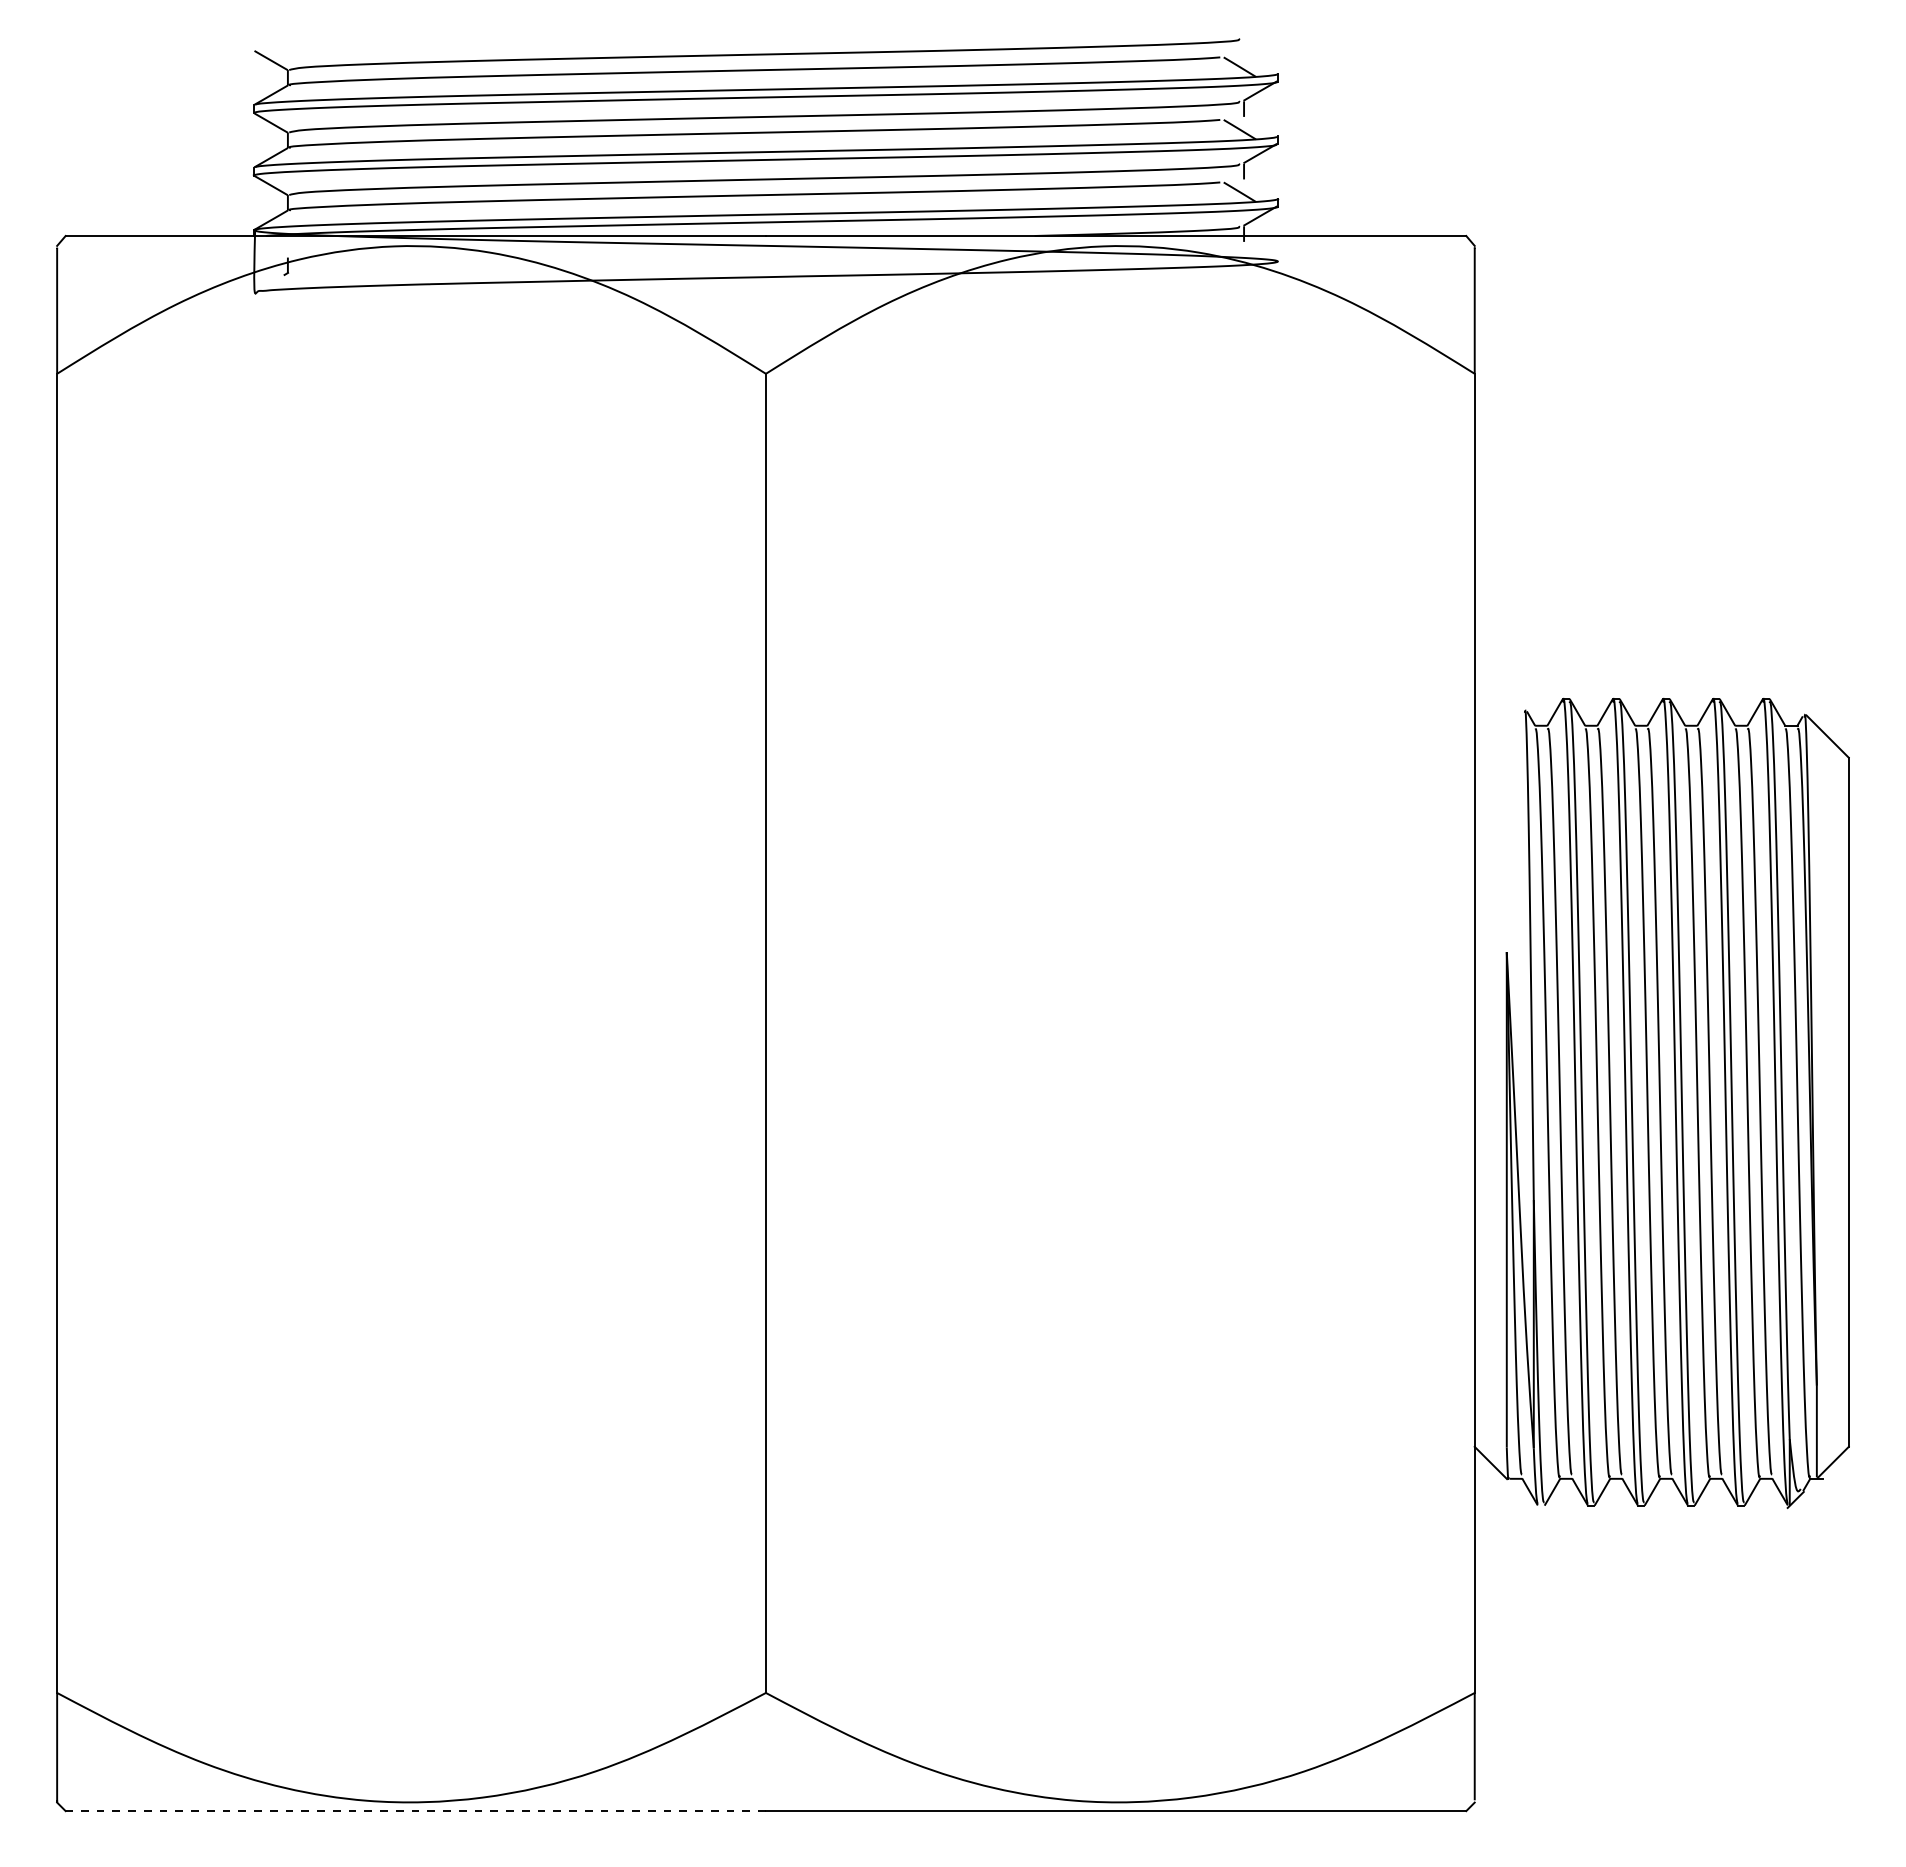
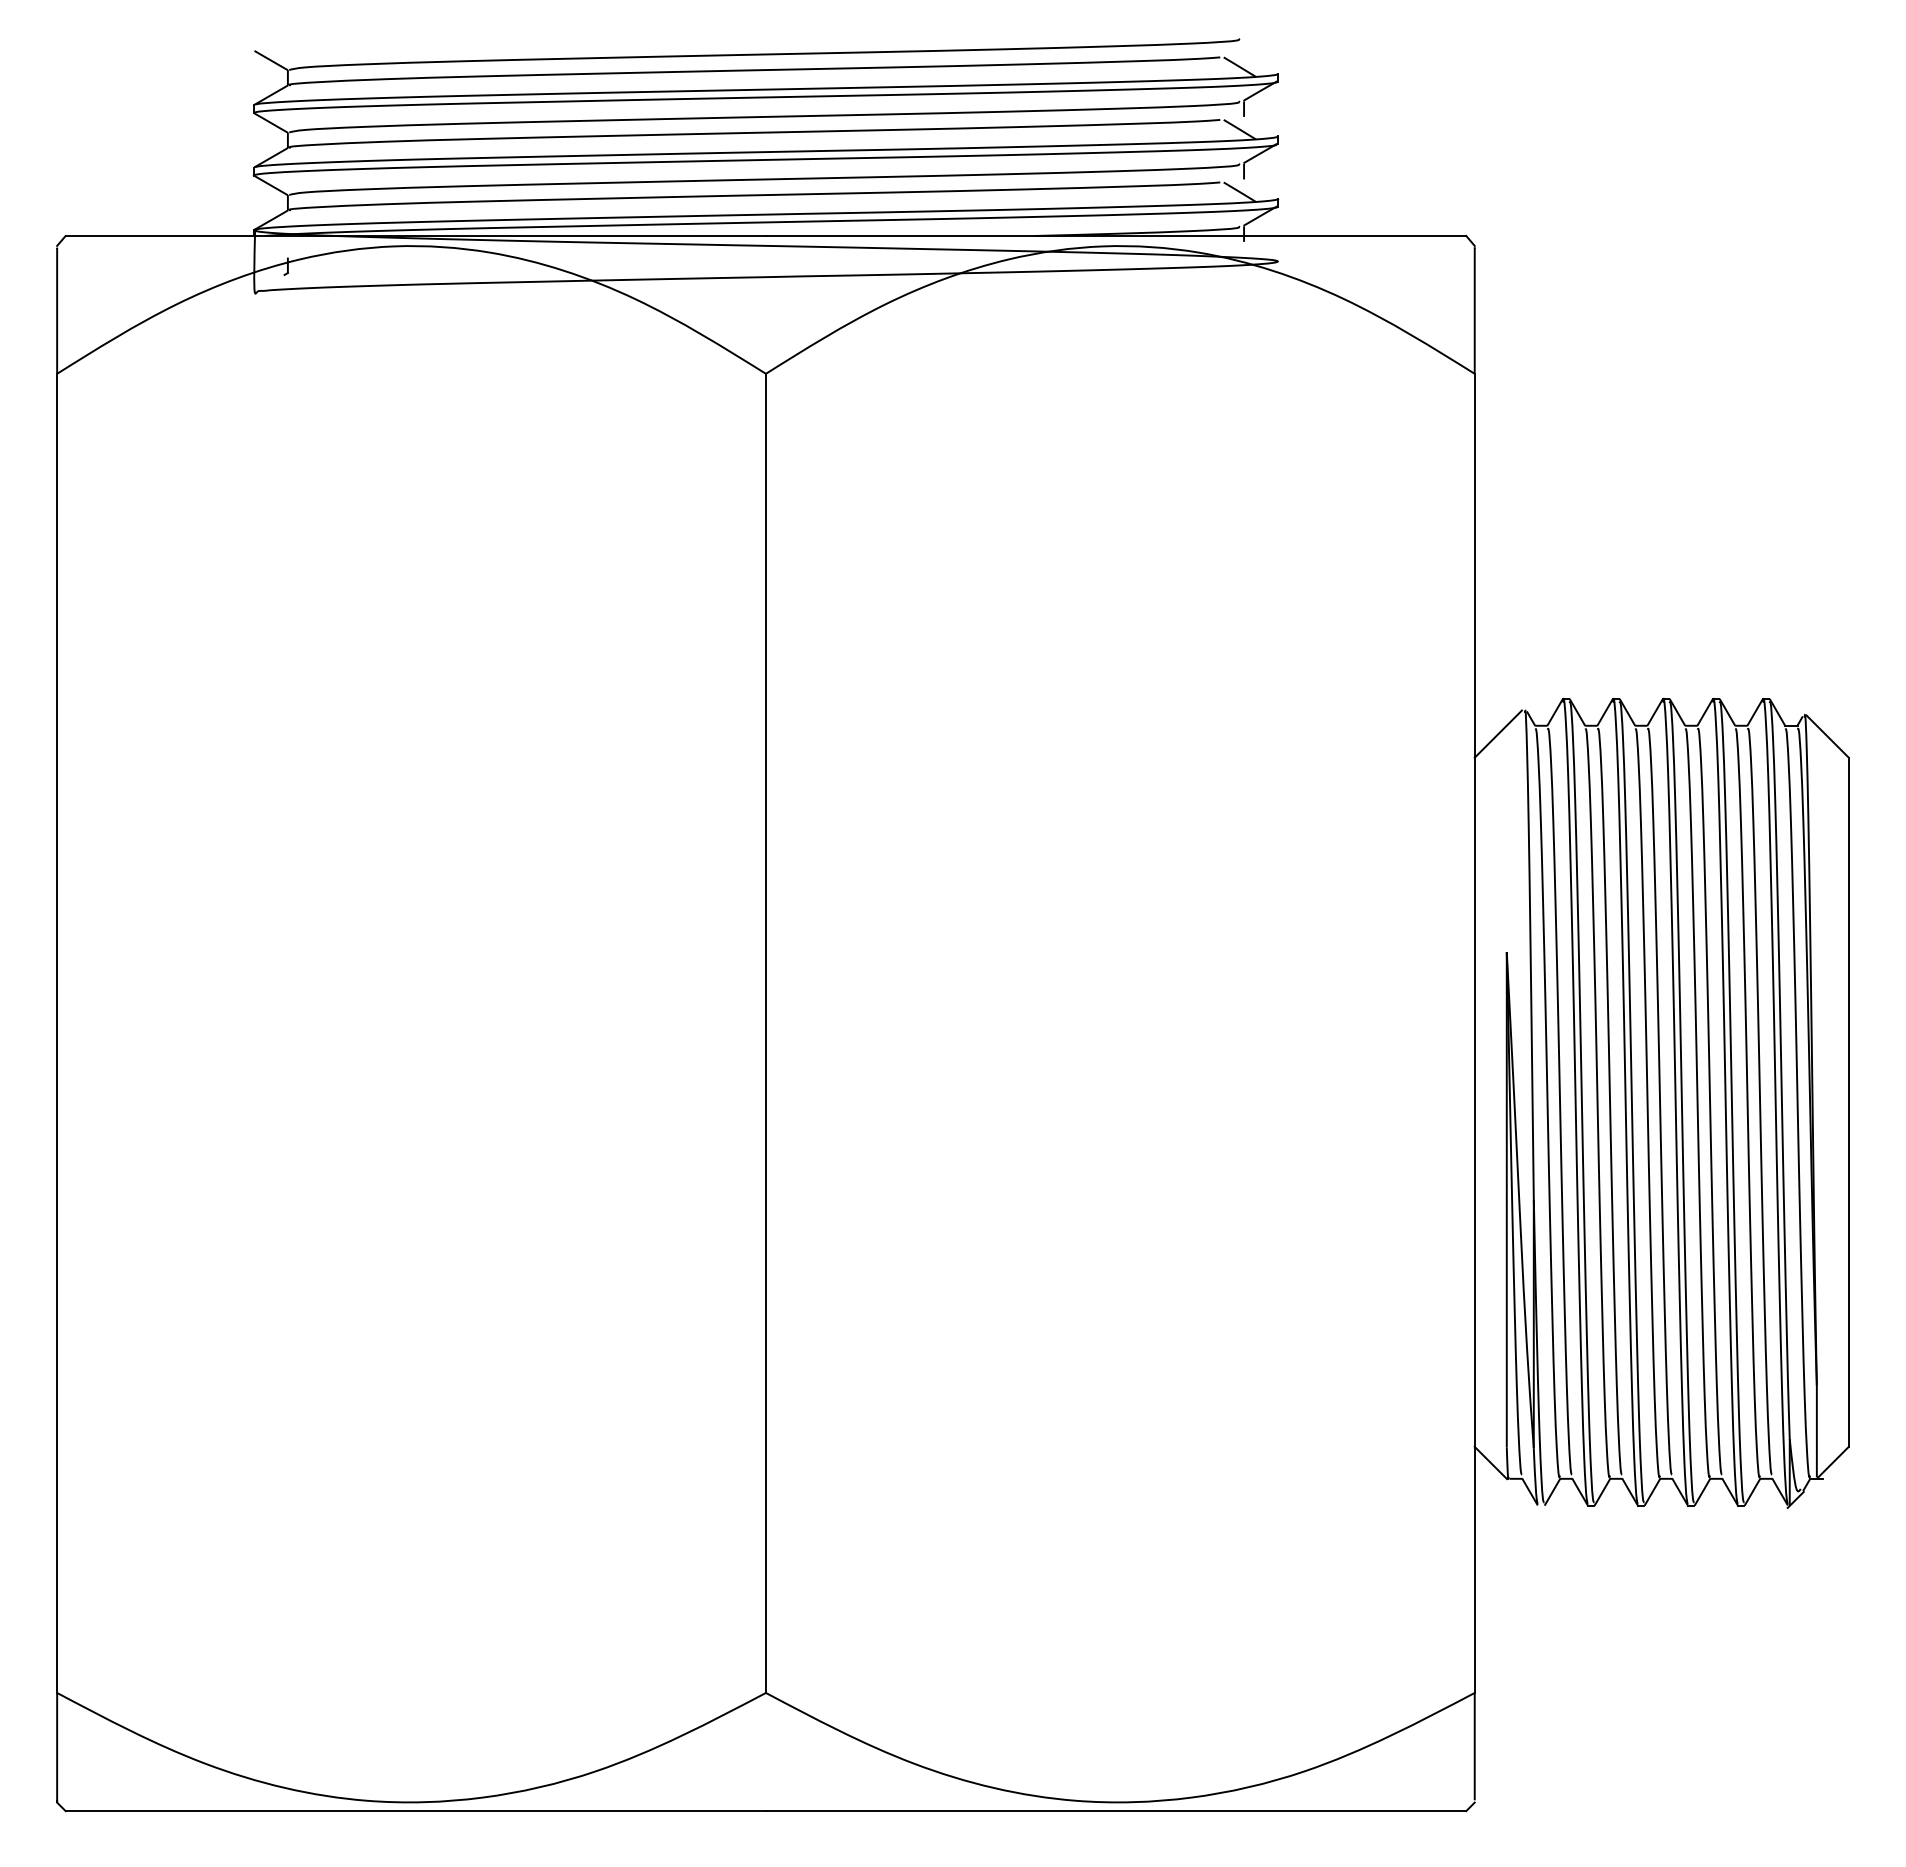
line at (1497, 733): none -> present
line at (415, 1811): dashed -> solid
